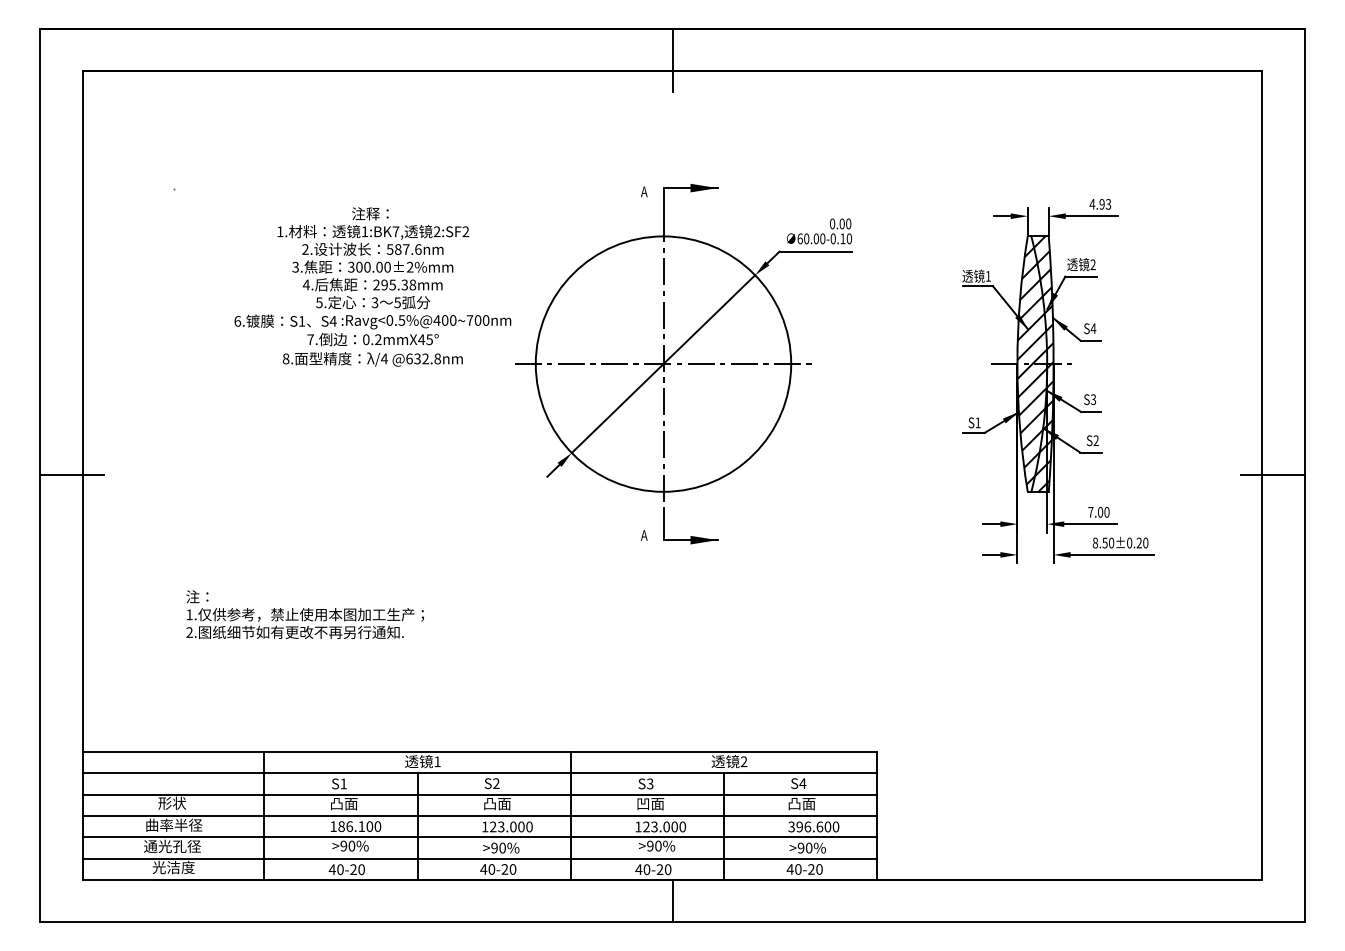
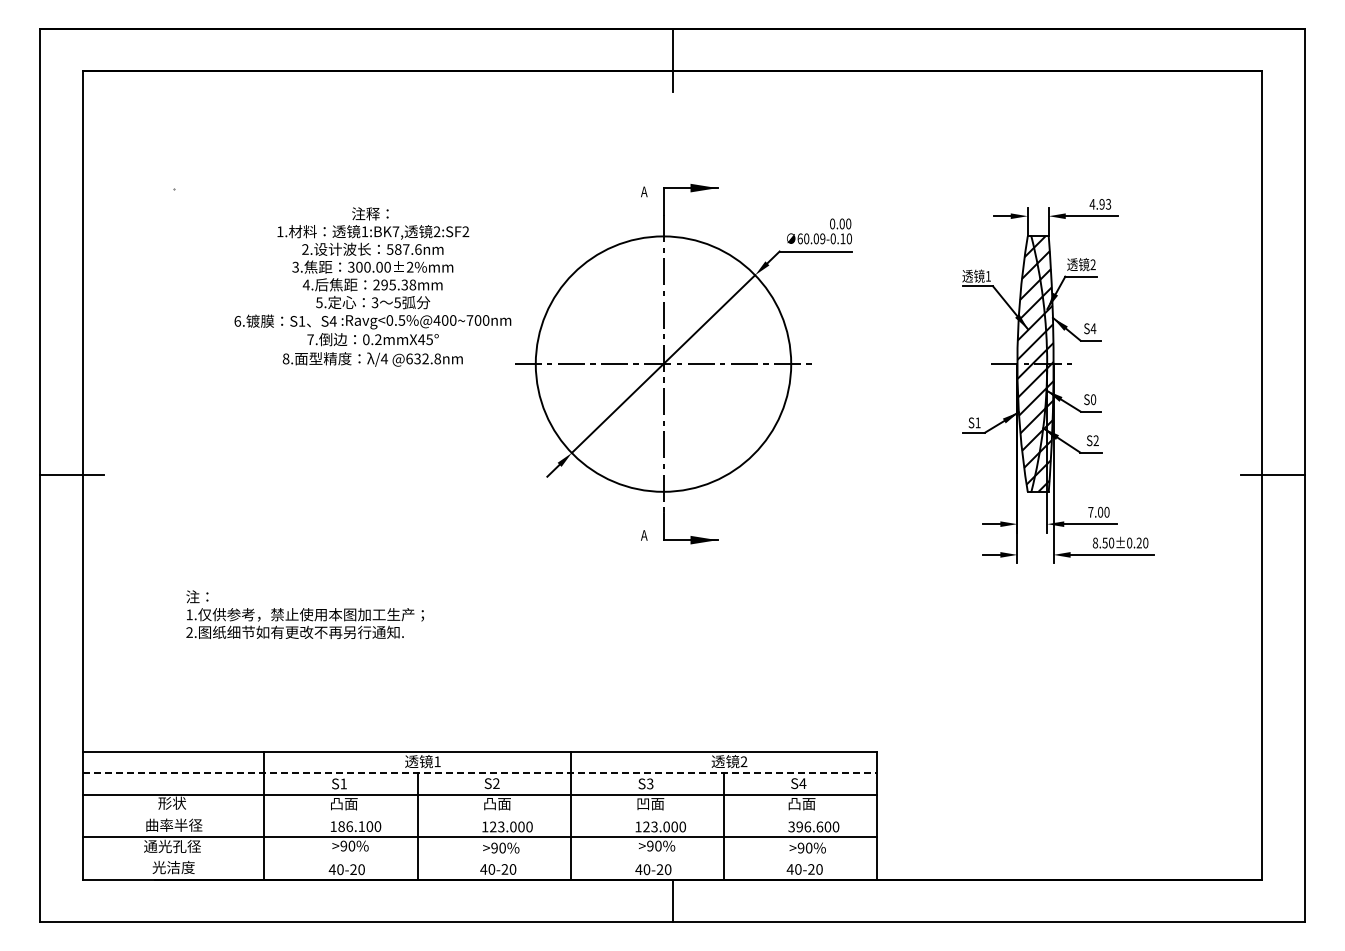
text at (822, 238): 60.00 -> 60.09
text at (1093, 399): S3 -> S0
line at (480, 773): solid -> dashed
line at (479, 816): present -> none
line at (479, 858): present -> none
